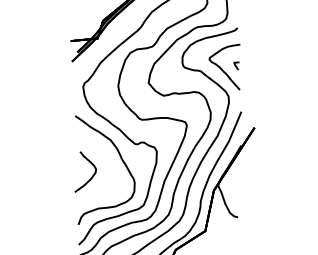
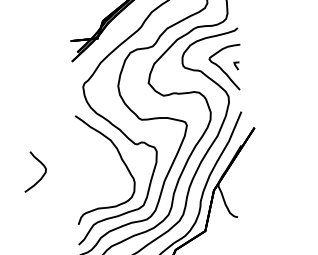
curve at (91, 176) position: (91, 176) -> (41, 176)
